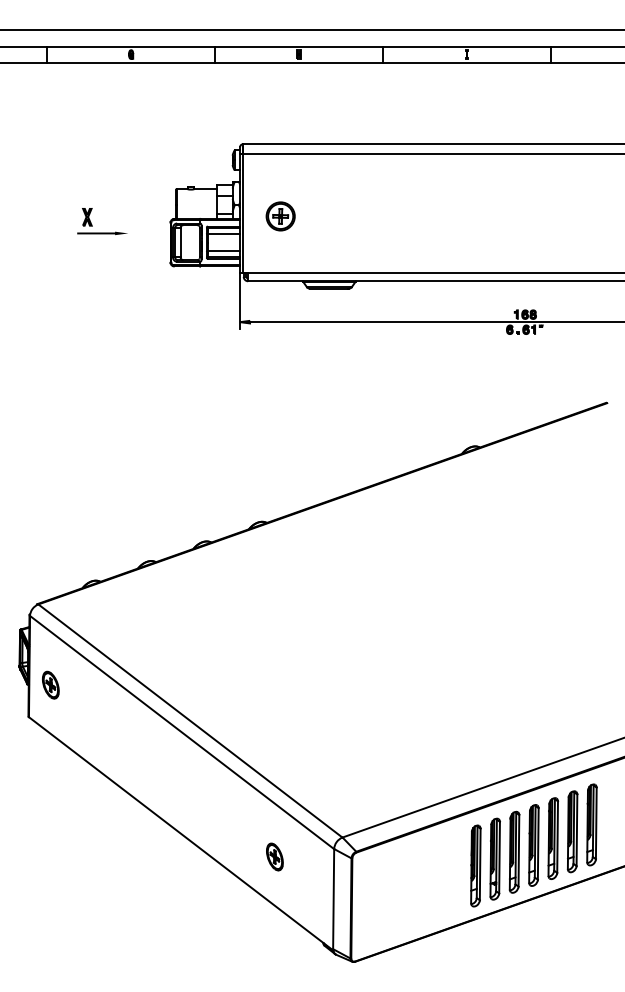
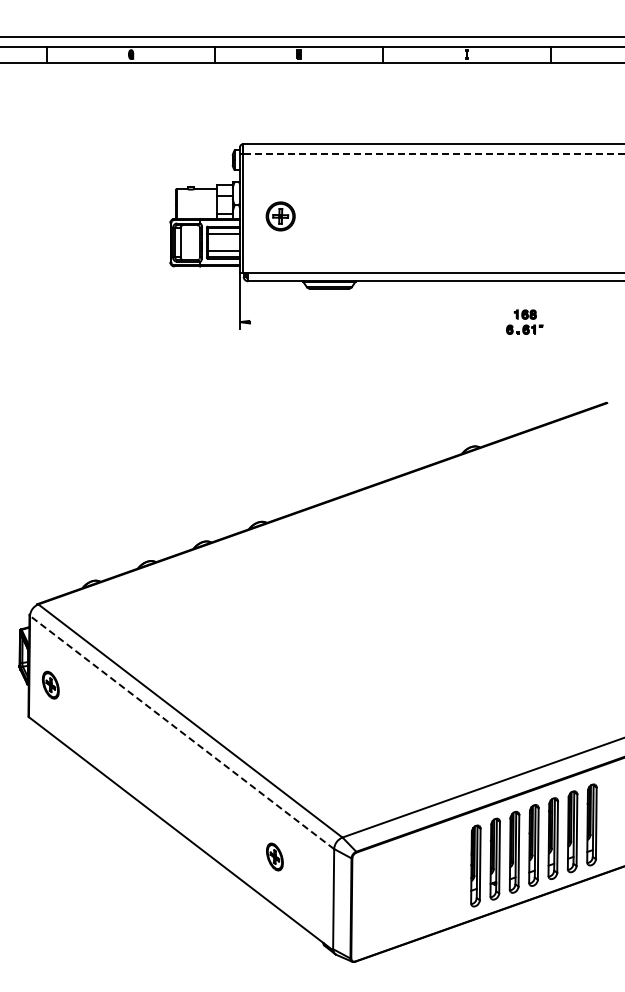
line at (311, 29) position: (311, 29) -> (311, 36)
line at (433, 154): solid -> dashed
part at (92, 224): present -> none
line at (435, 322): present -> none
line at (182, 732): solid -> dashed
